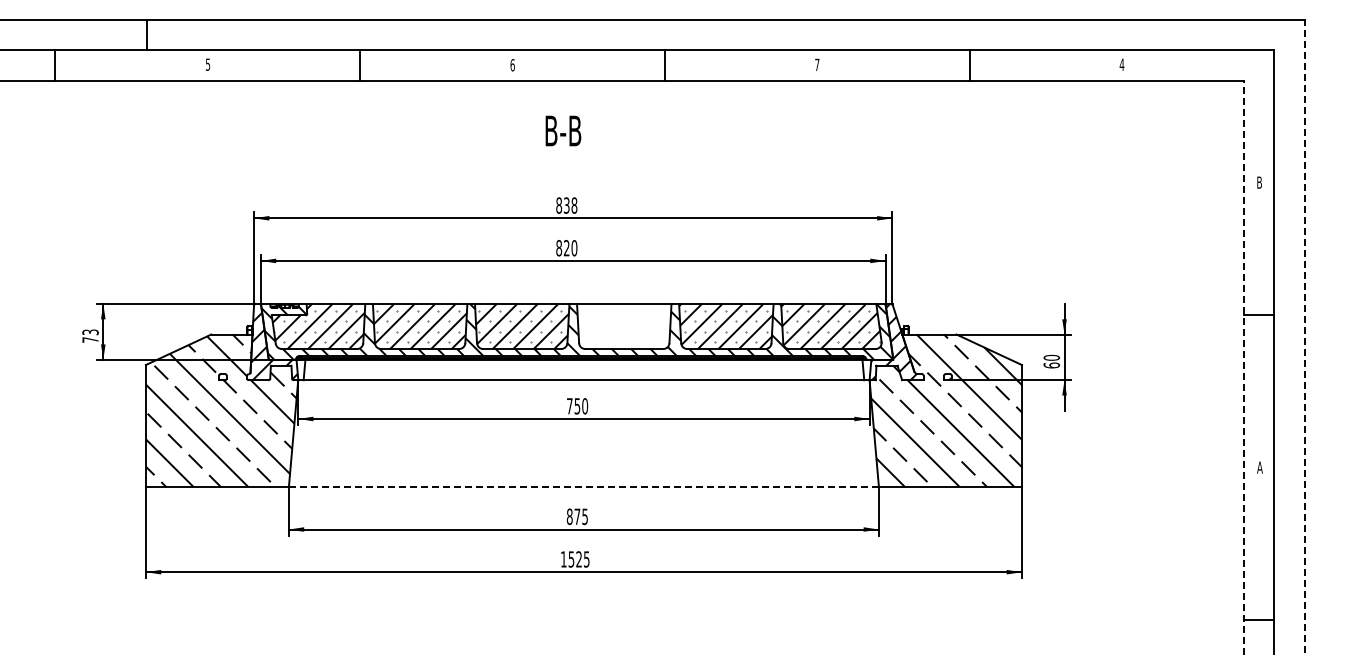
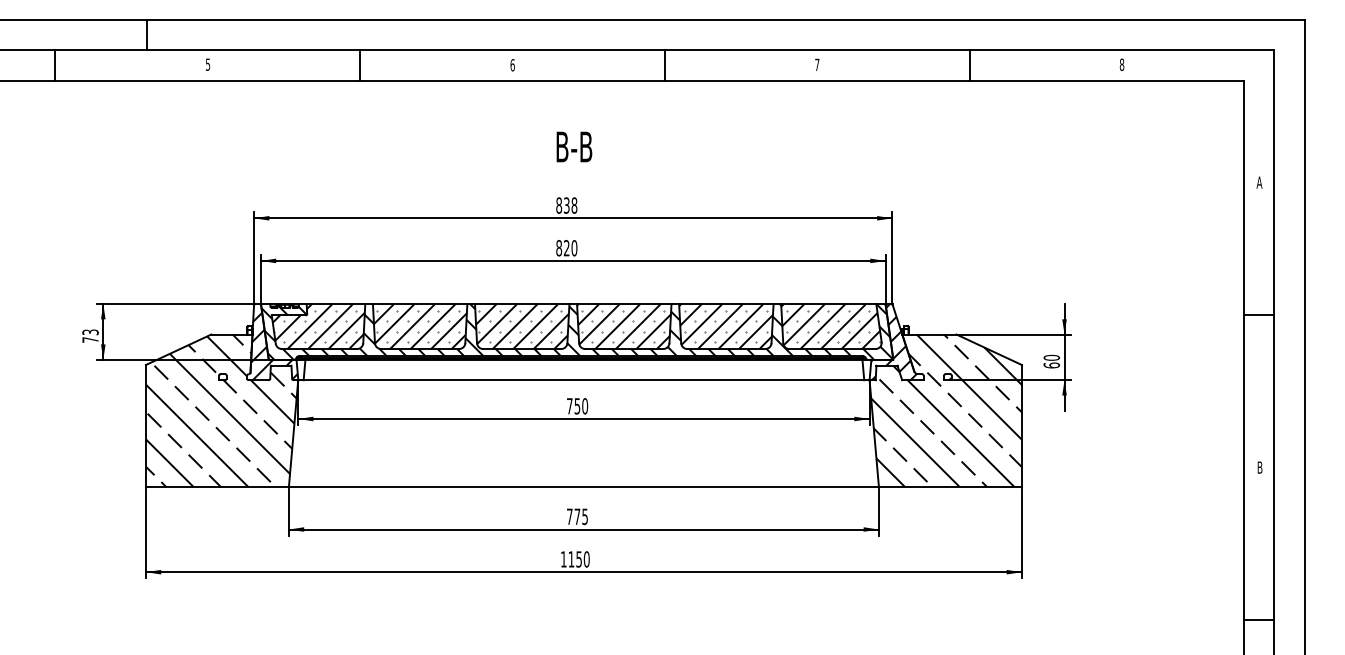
text at (1121, 64): 4 -> 8
text at (563, 130) position: (563, 130) -> (574, 146)
text at (1259, 182): B -> A
hatch at (623, 326): none -> present
line at (1304, 336): dashed -> solid
line at (1243, 367): dashed -> solid
text at (1259, 467): A -> B
line at (584, 486): dashed -> solid
text at (569, 516): 875 -> 775
text at (578, 559): 1525 -> 1150
